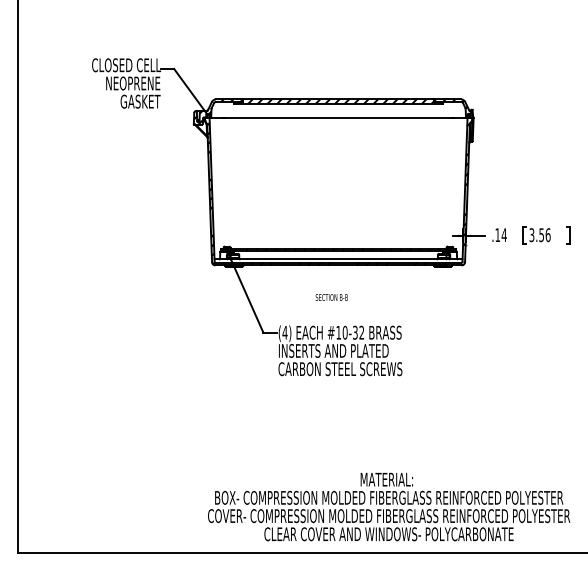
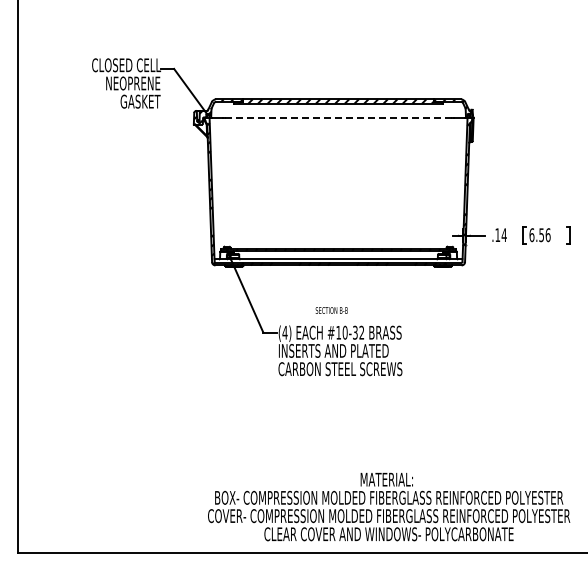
line at (338, 117): solid -> dashed
text at (531, 235): 3.56 -> 6.56
text at (331, 297) position: (331, 297) -> (331, 310)
